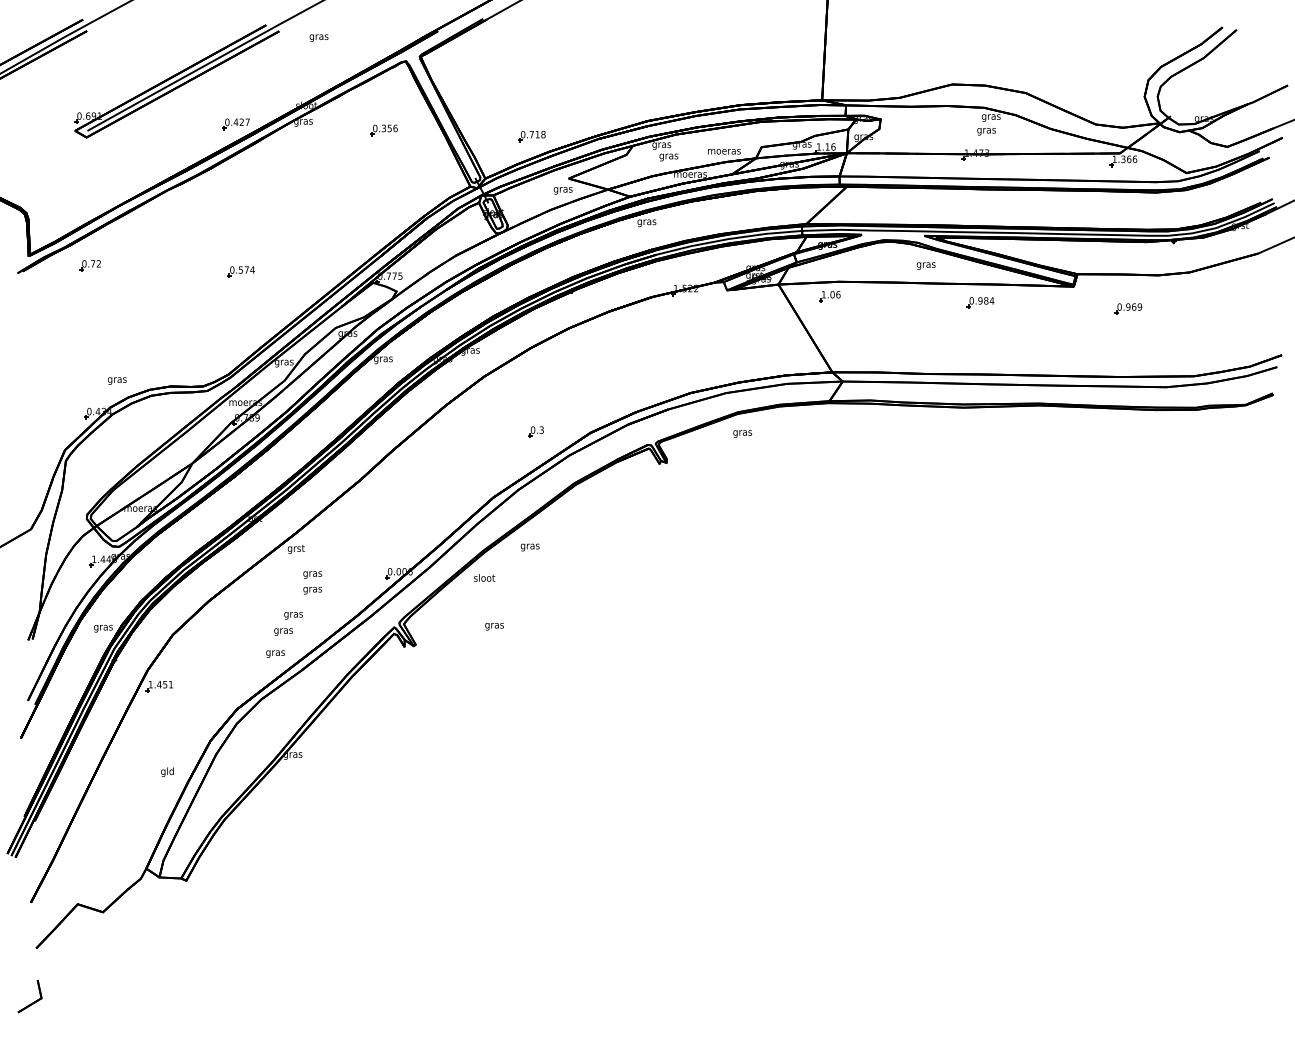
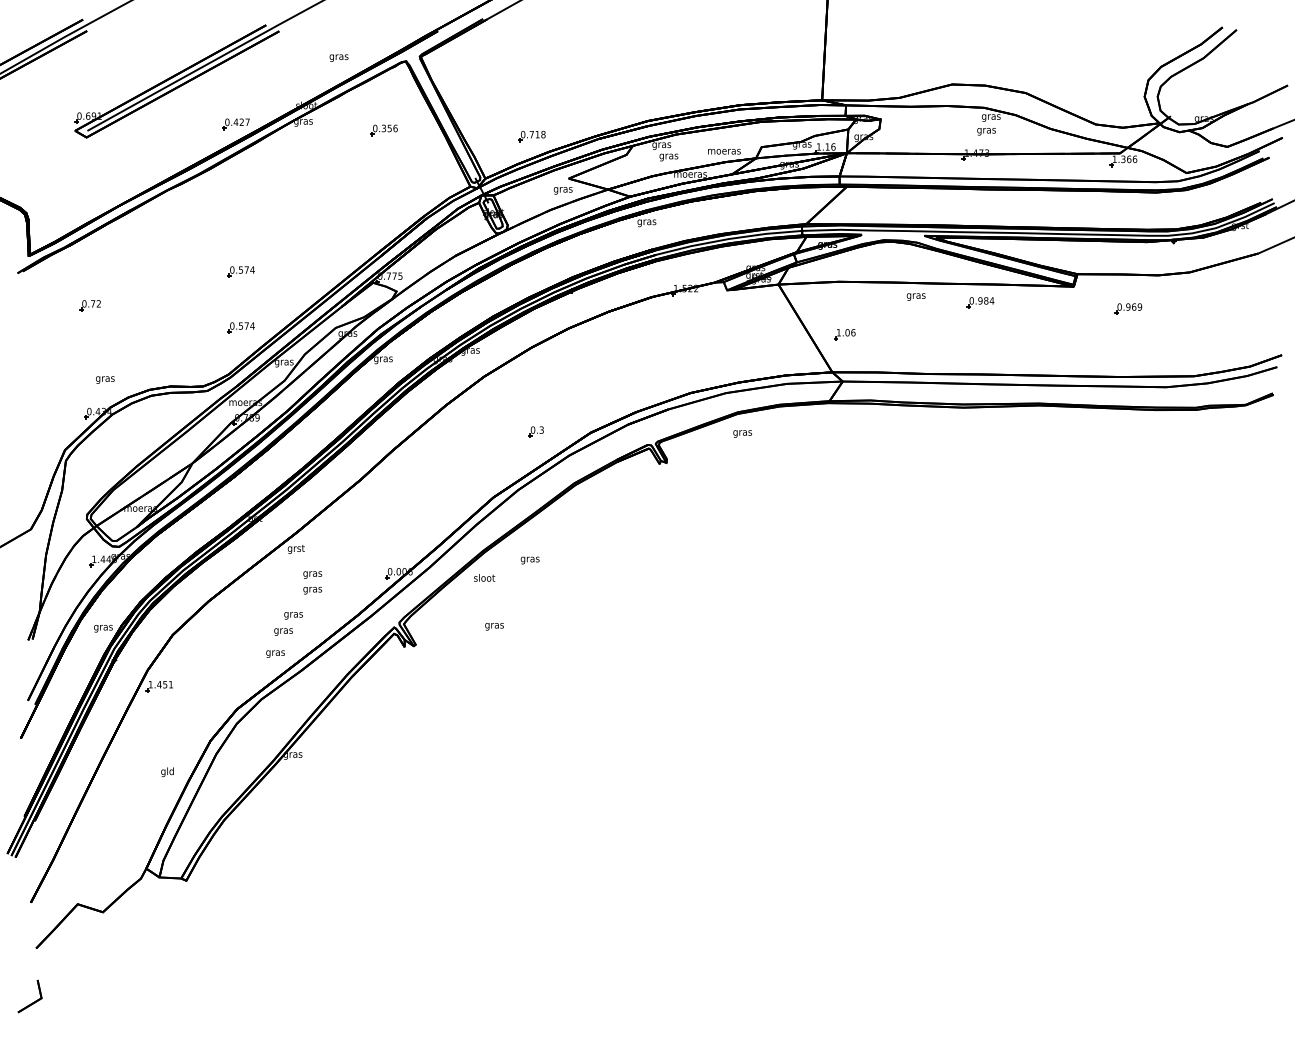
text at (318, 37) position: (318, 37) -> (338, 57)
part at (89, 265) position: (89, 265) -> (89, 305)
text at (925, 265) position: (925, 265) -> (915, 296)
part at (829, 296) position: (829, 296) -> (844, 334)
part at (240, 327): none -> present
text at (117, 380) position: (117, 380) -> (105, 379)
text at (529, 547) position: (529, 547) -> (529, 560)
